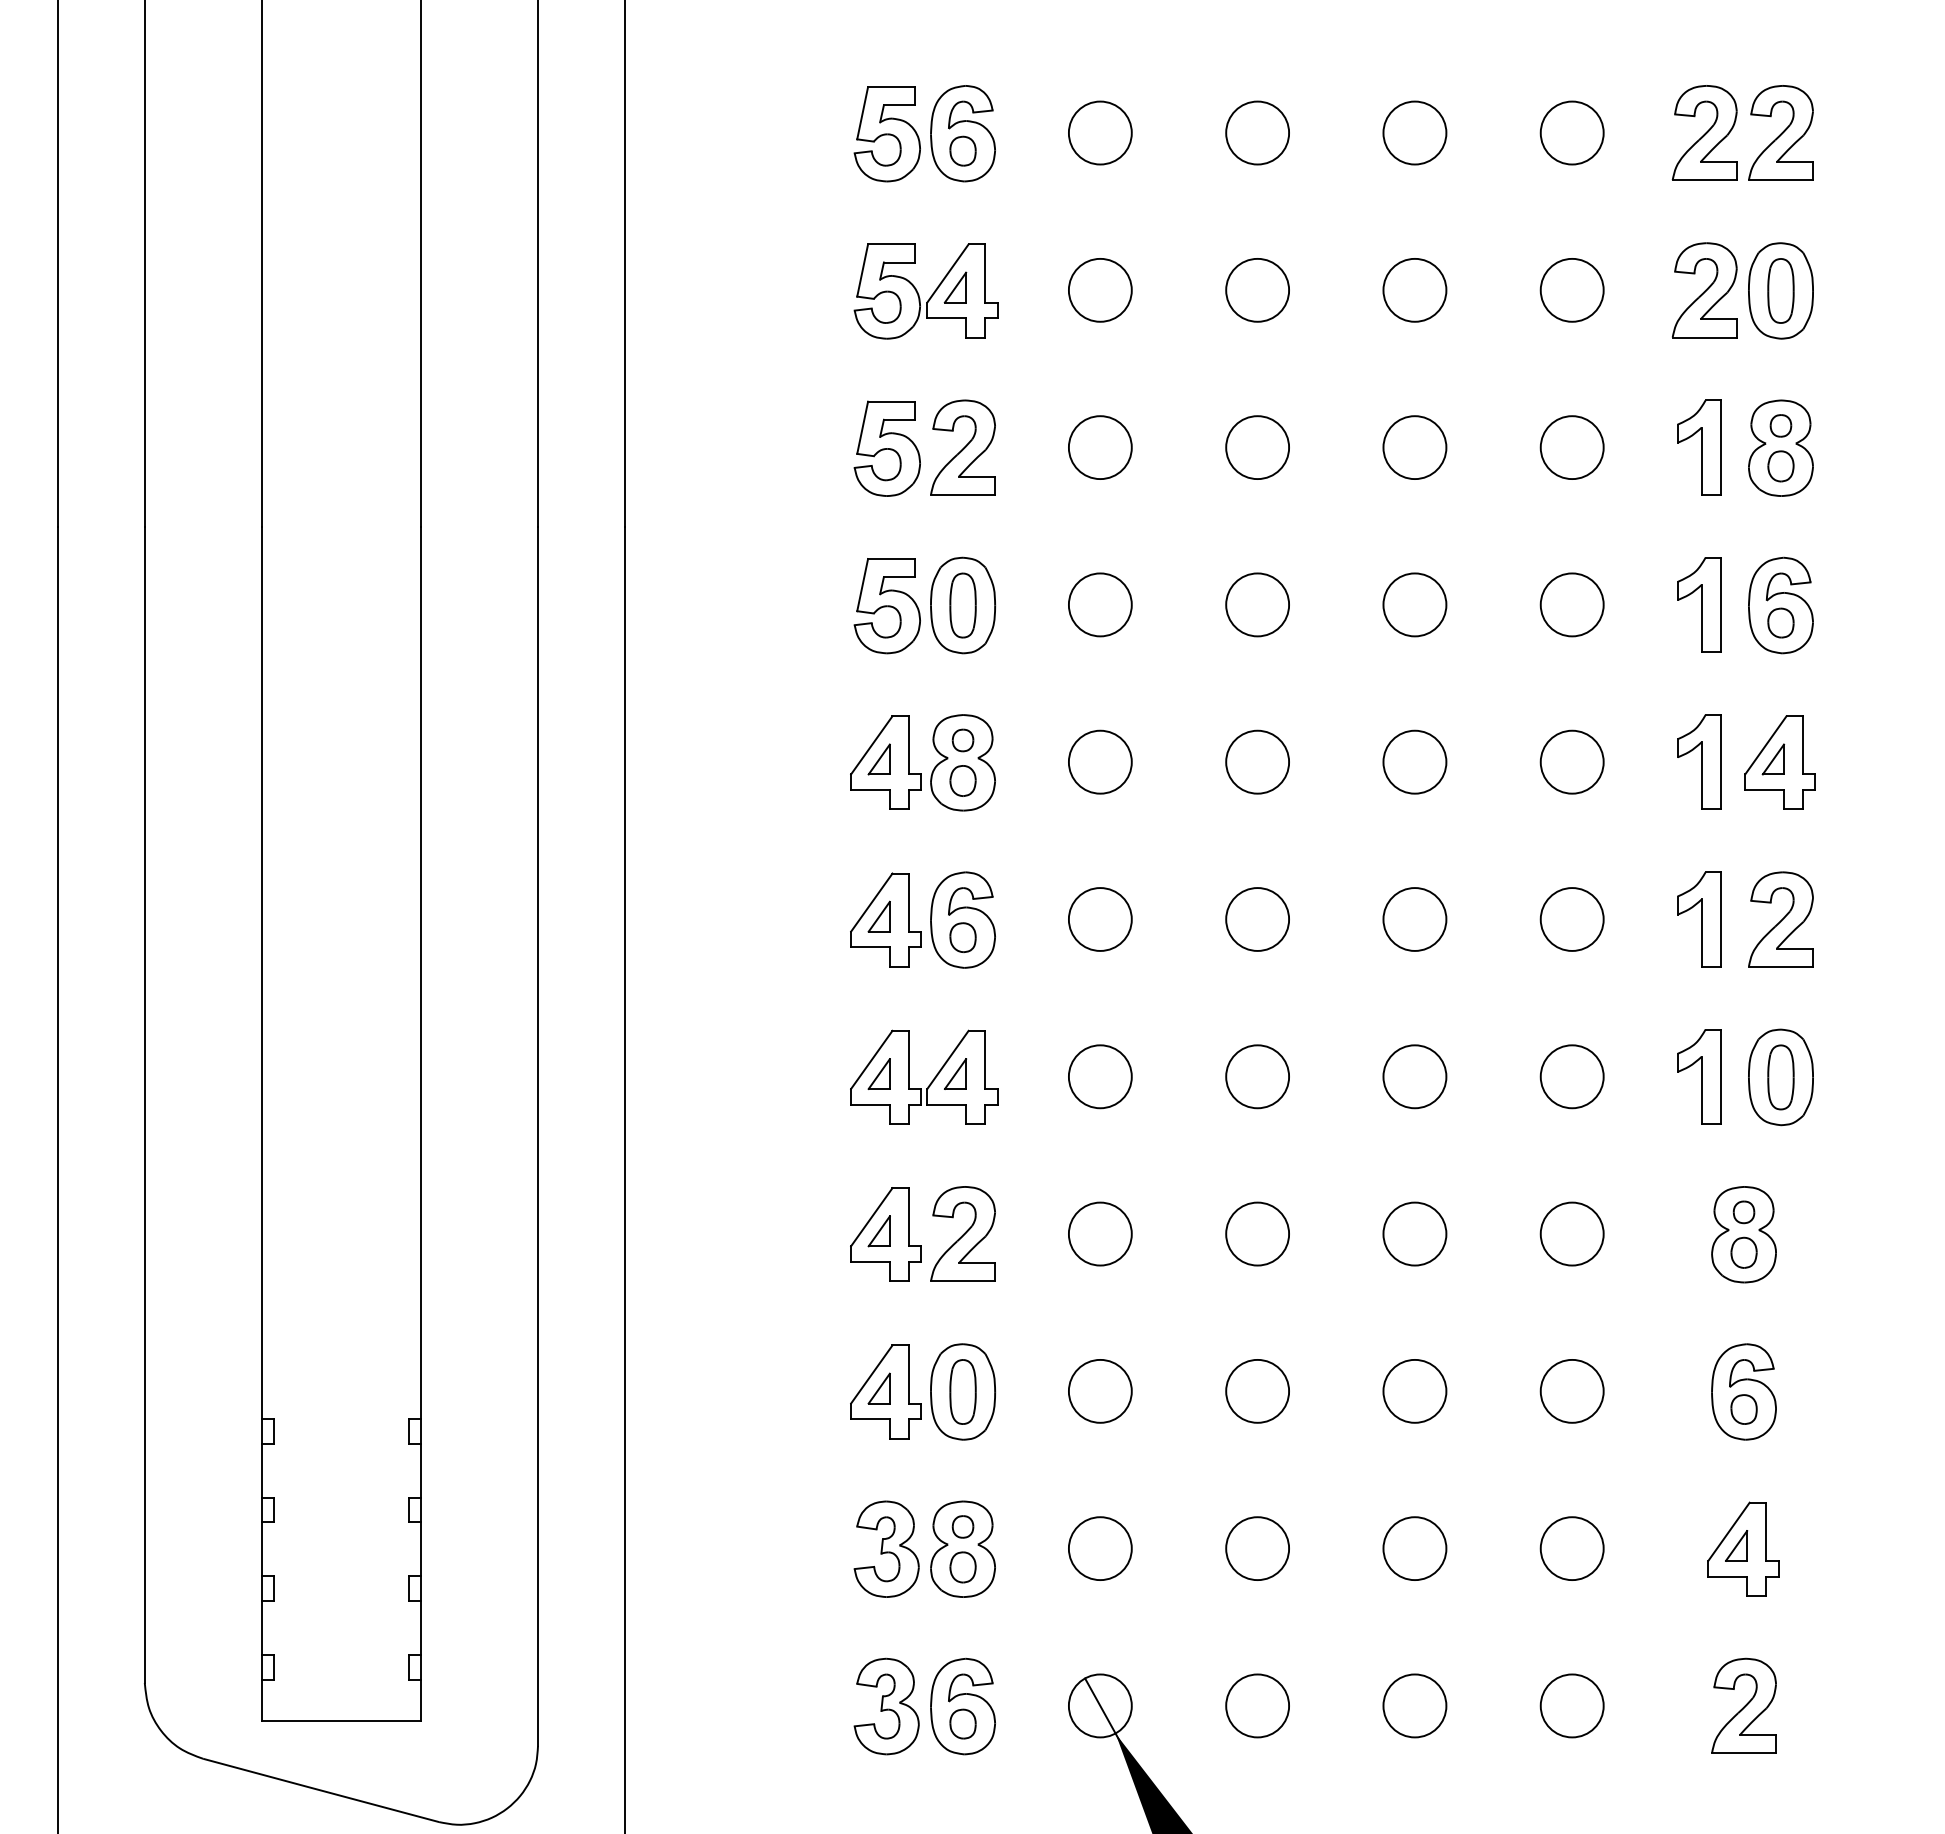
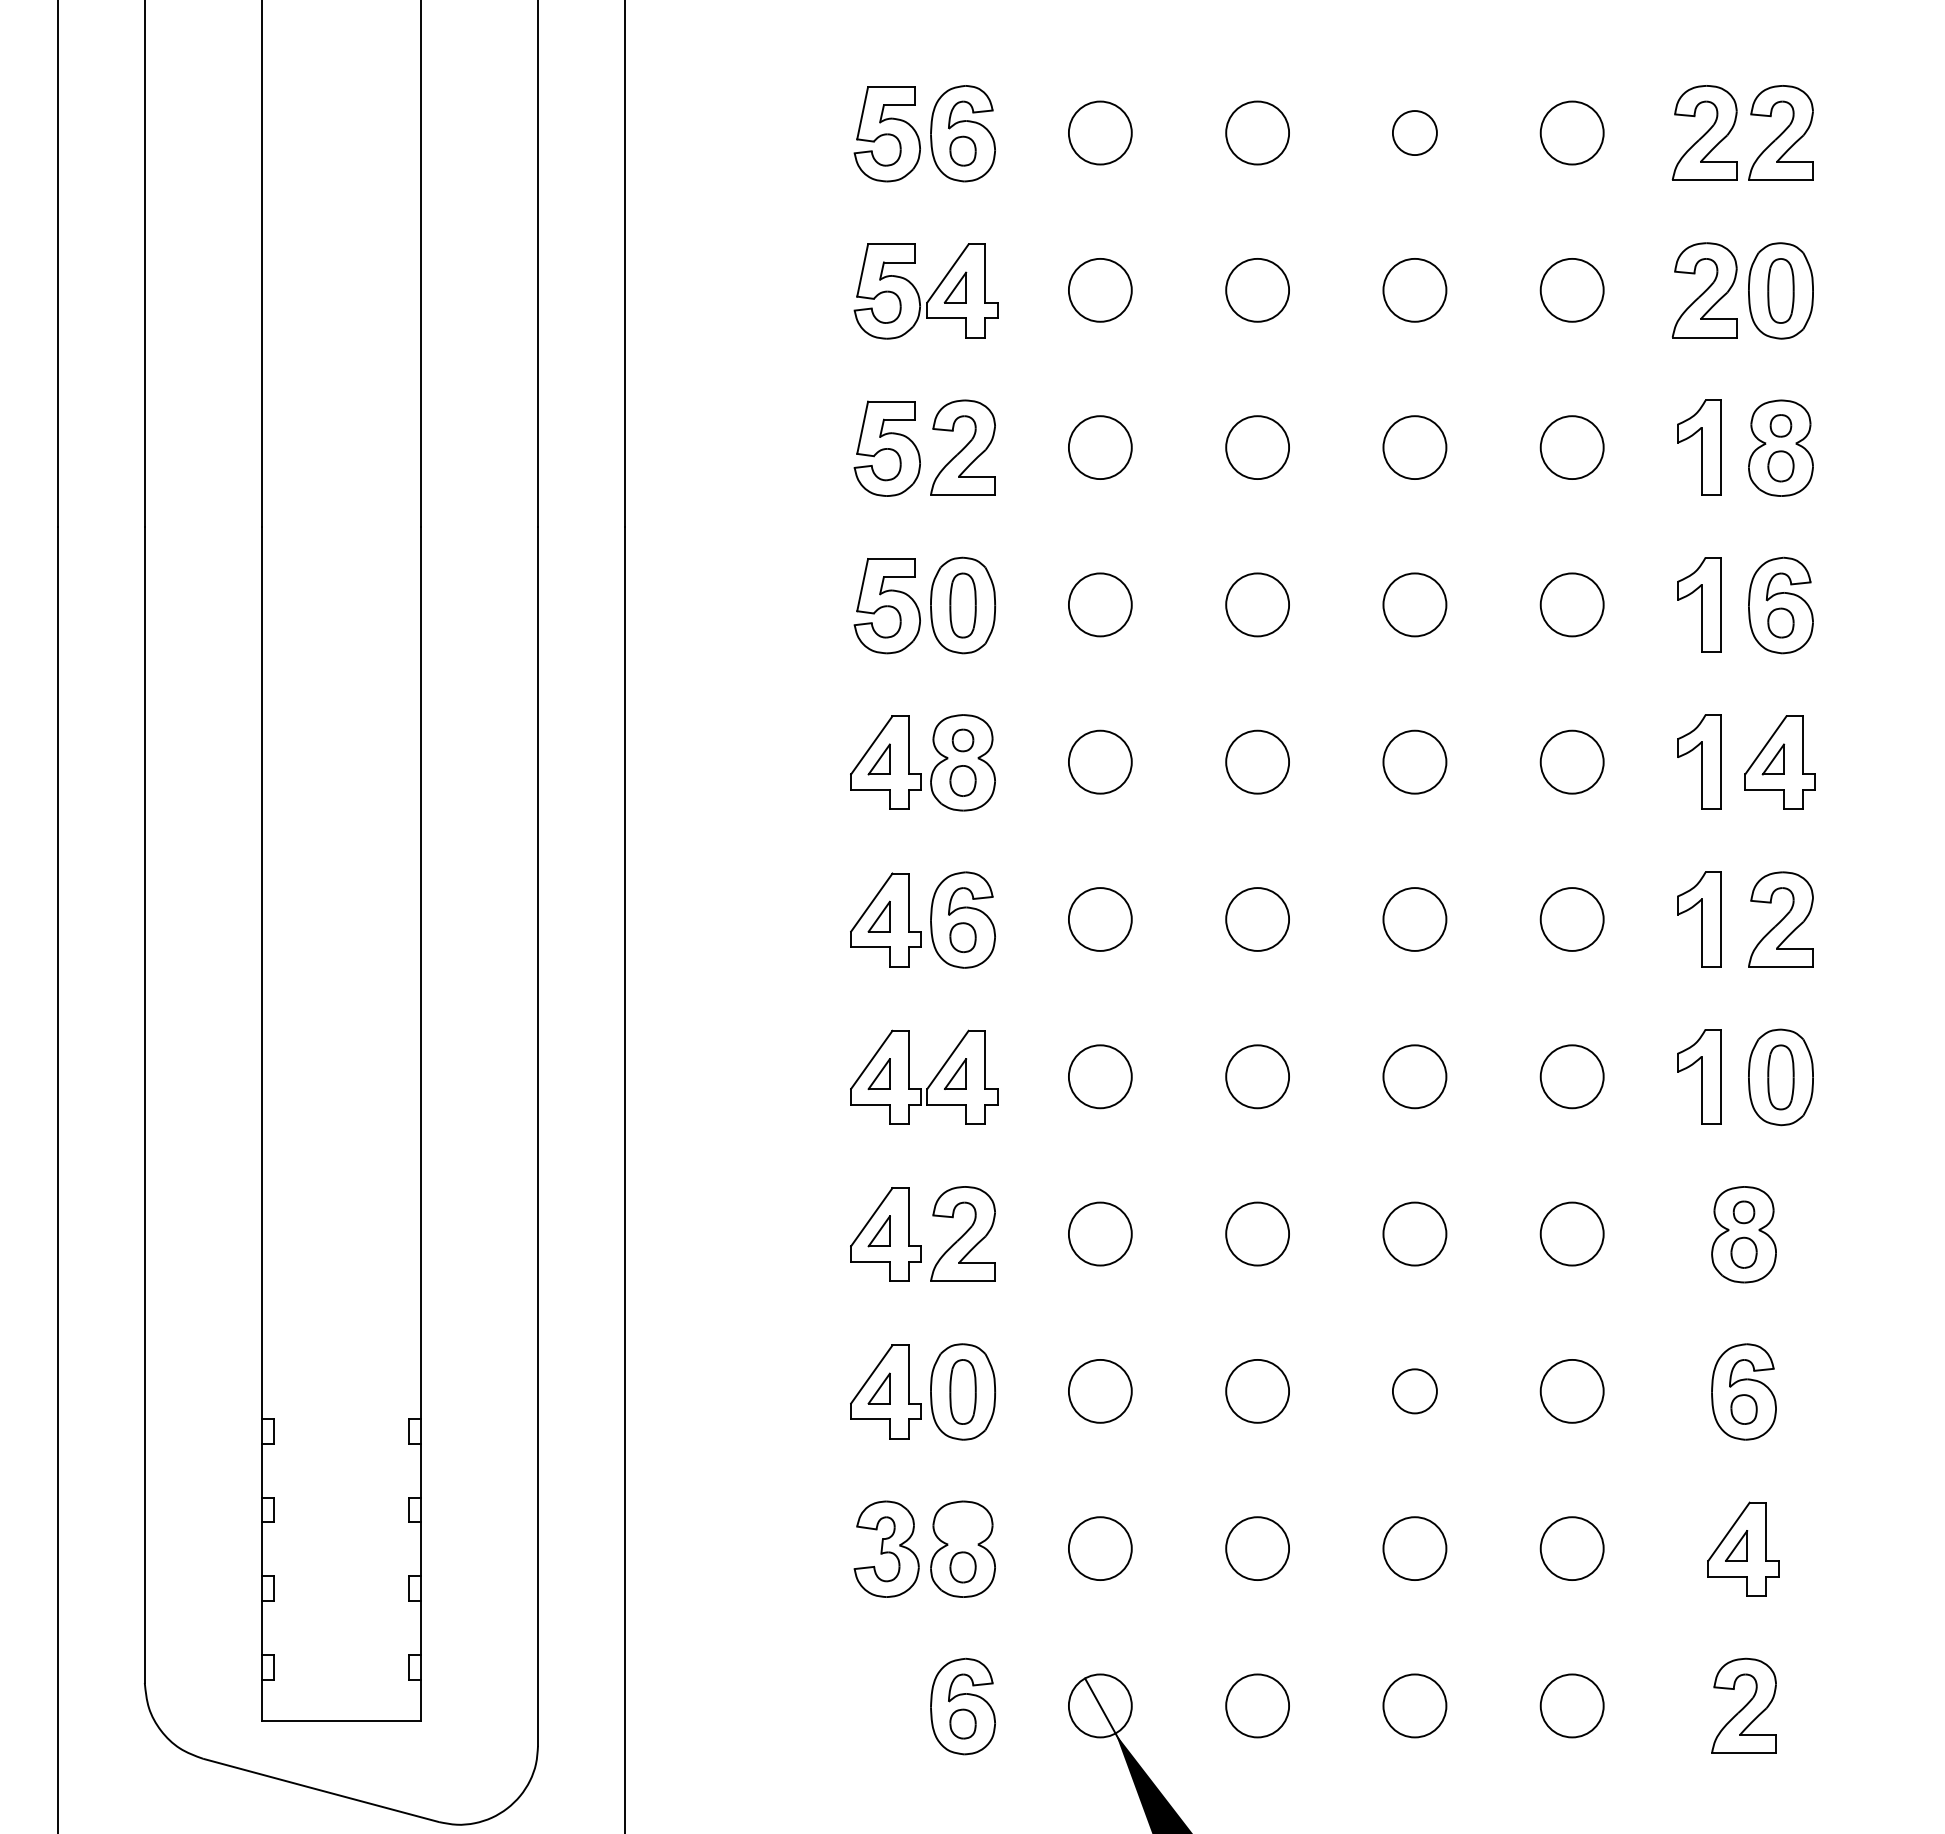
circle at (1414, 132) diameter: 63 px -> 44 px
circle at (1414, 1390) diameter: 63 px -> 44 px
part at (962, 1526): present -> none
part at (886, 1706): present -> none
